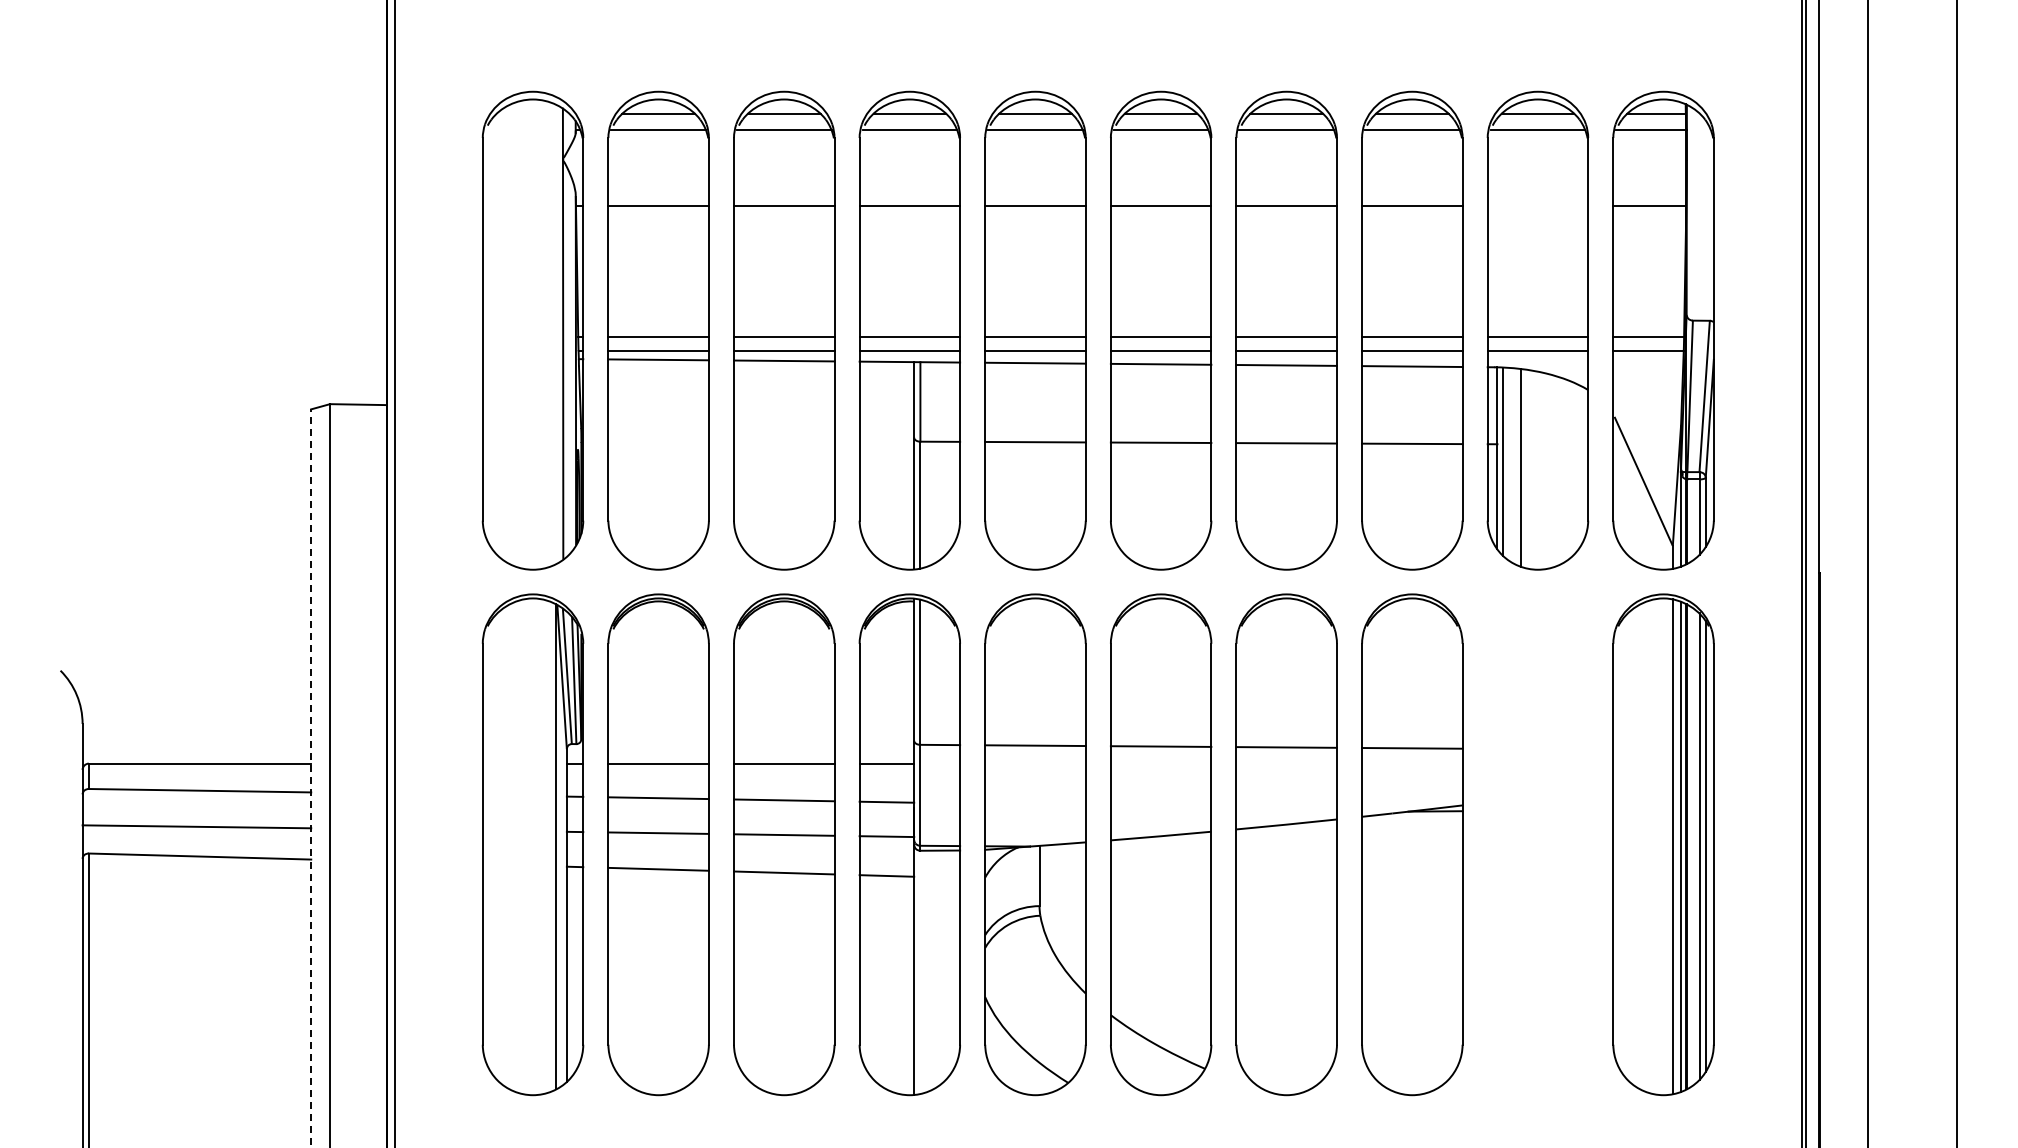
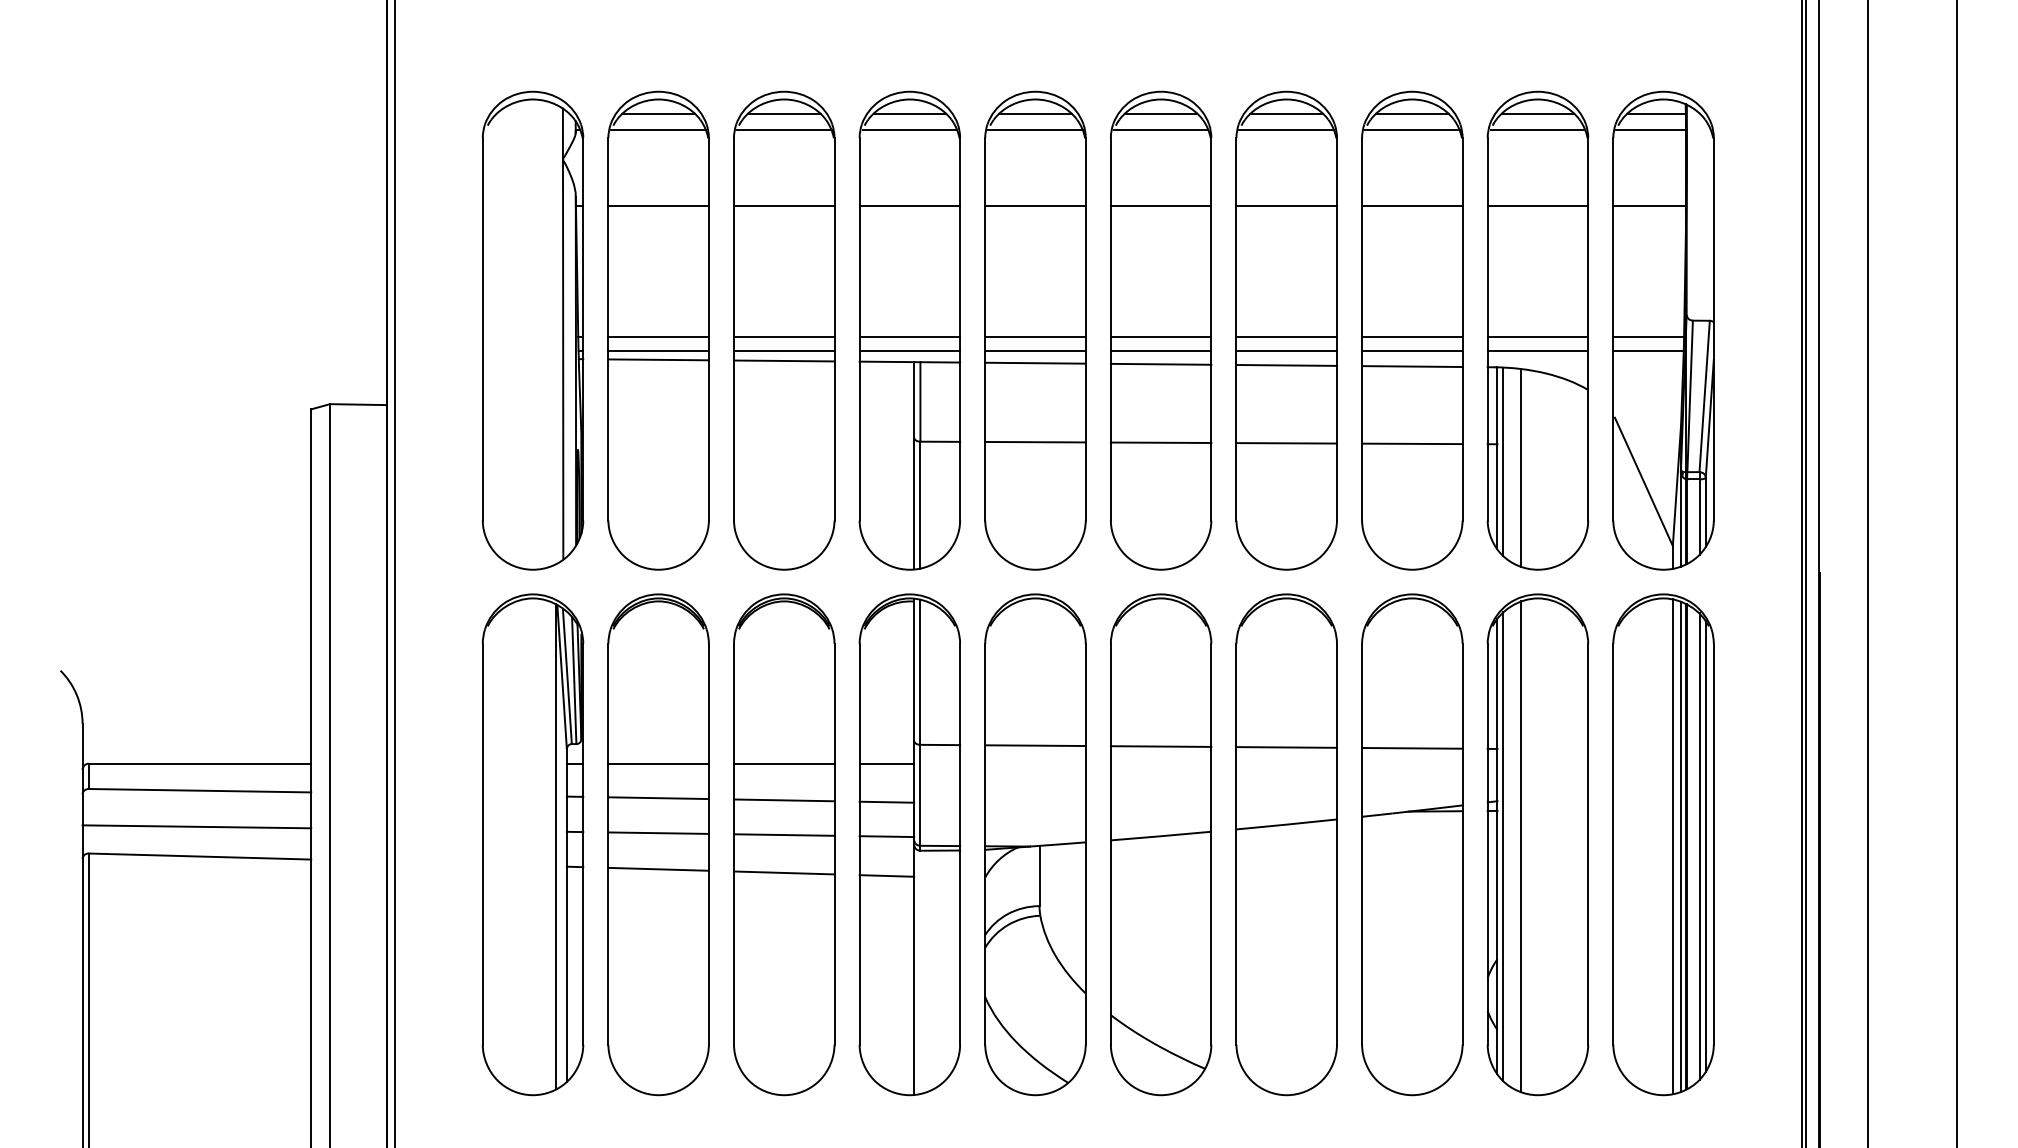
line at (1537, 206): none -> present
line at (311, 778): dashed -> solid
part at (1537, 844): none -> present
